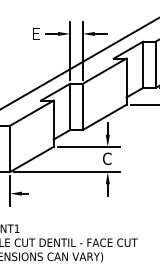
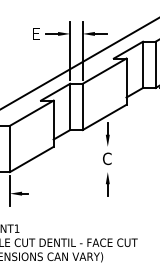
line at (143, 104): present -> none
line at (88, 146): present -> none
line at (66, 172): present -> none
